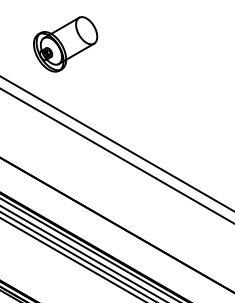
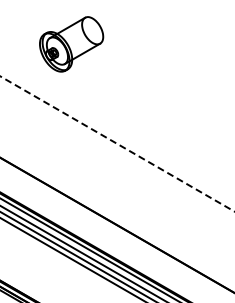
part at (65, 44) position: (65, 44) -> (71, 44)
line at (117, 144): solid -> dashed
line at (116, 155): present -> none
